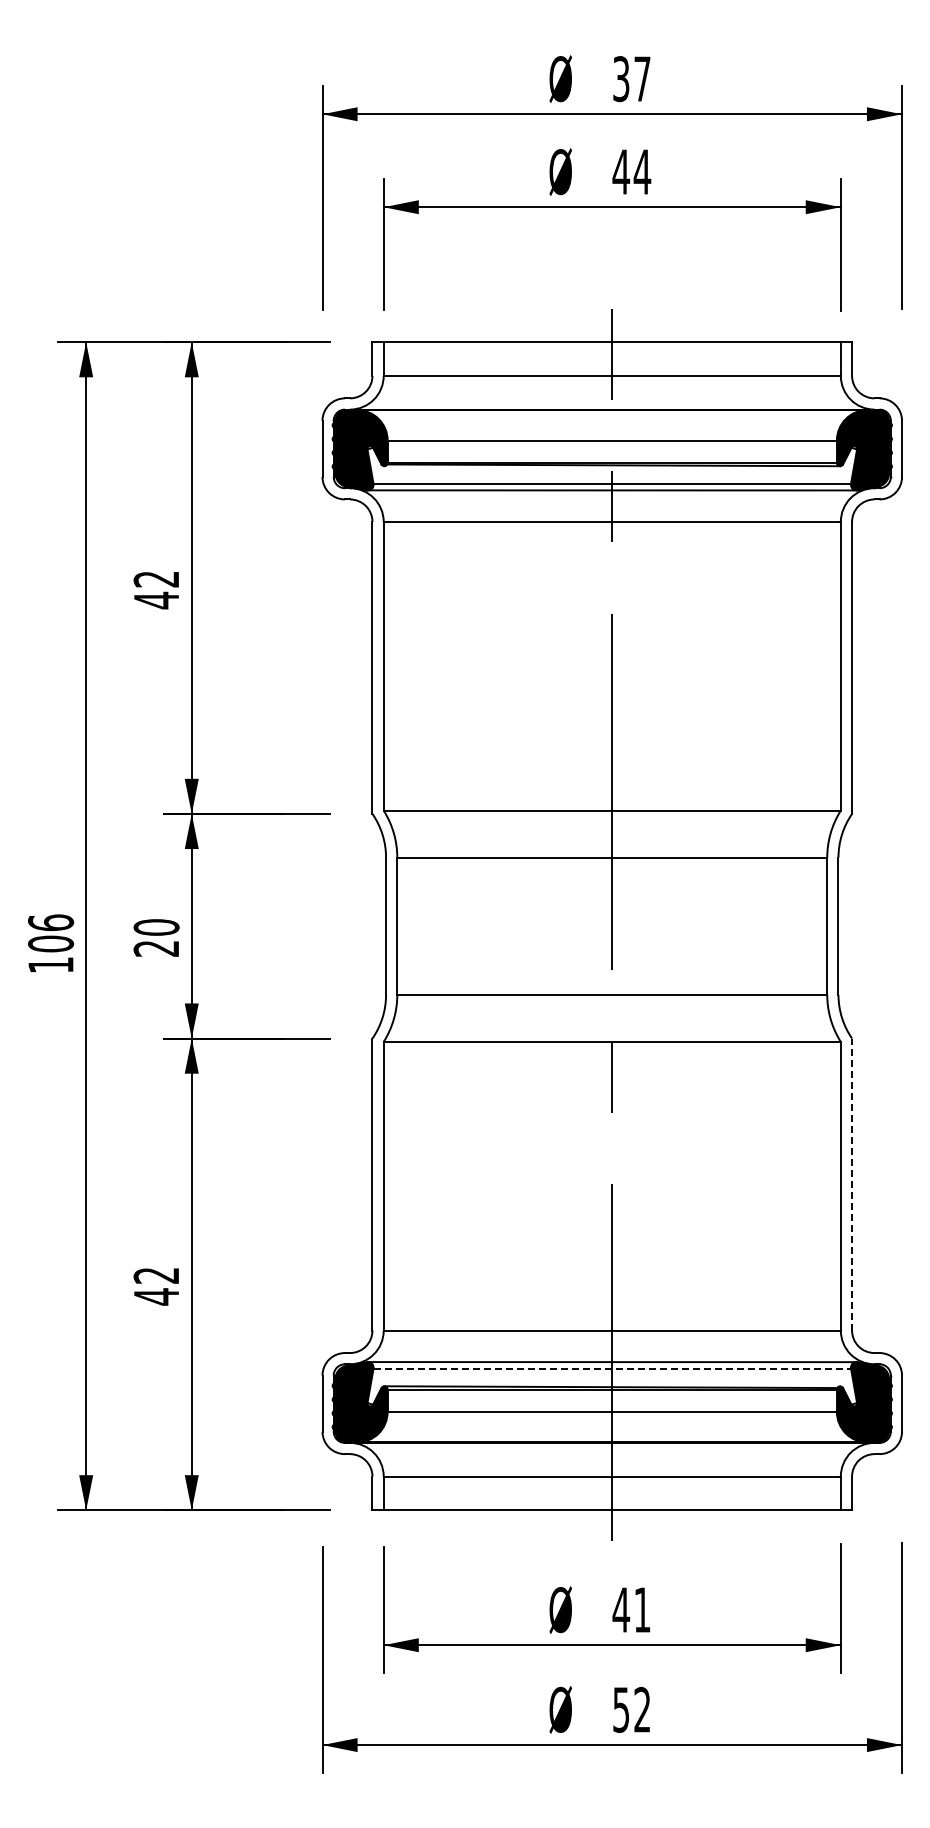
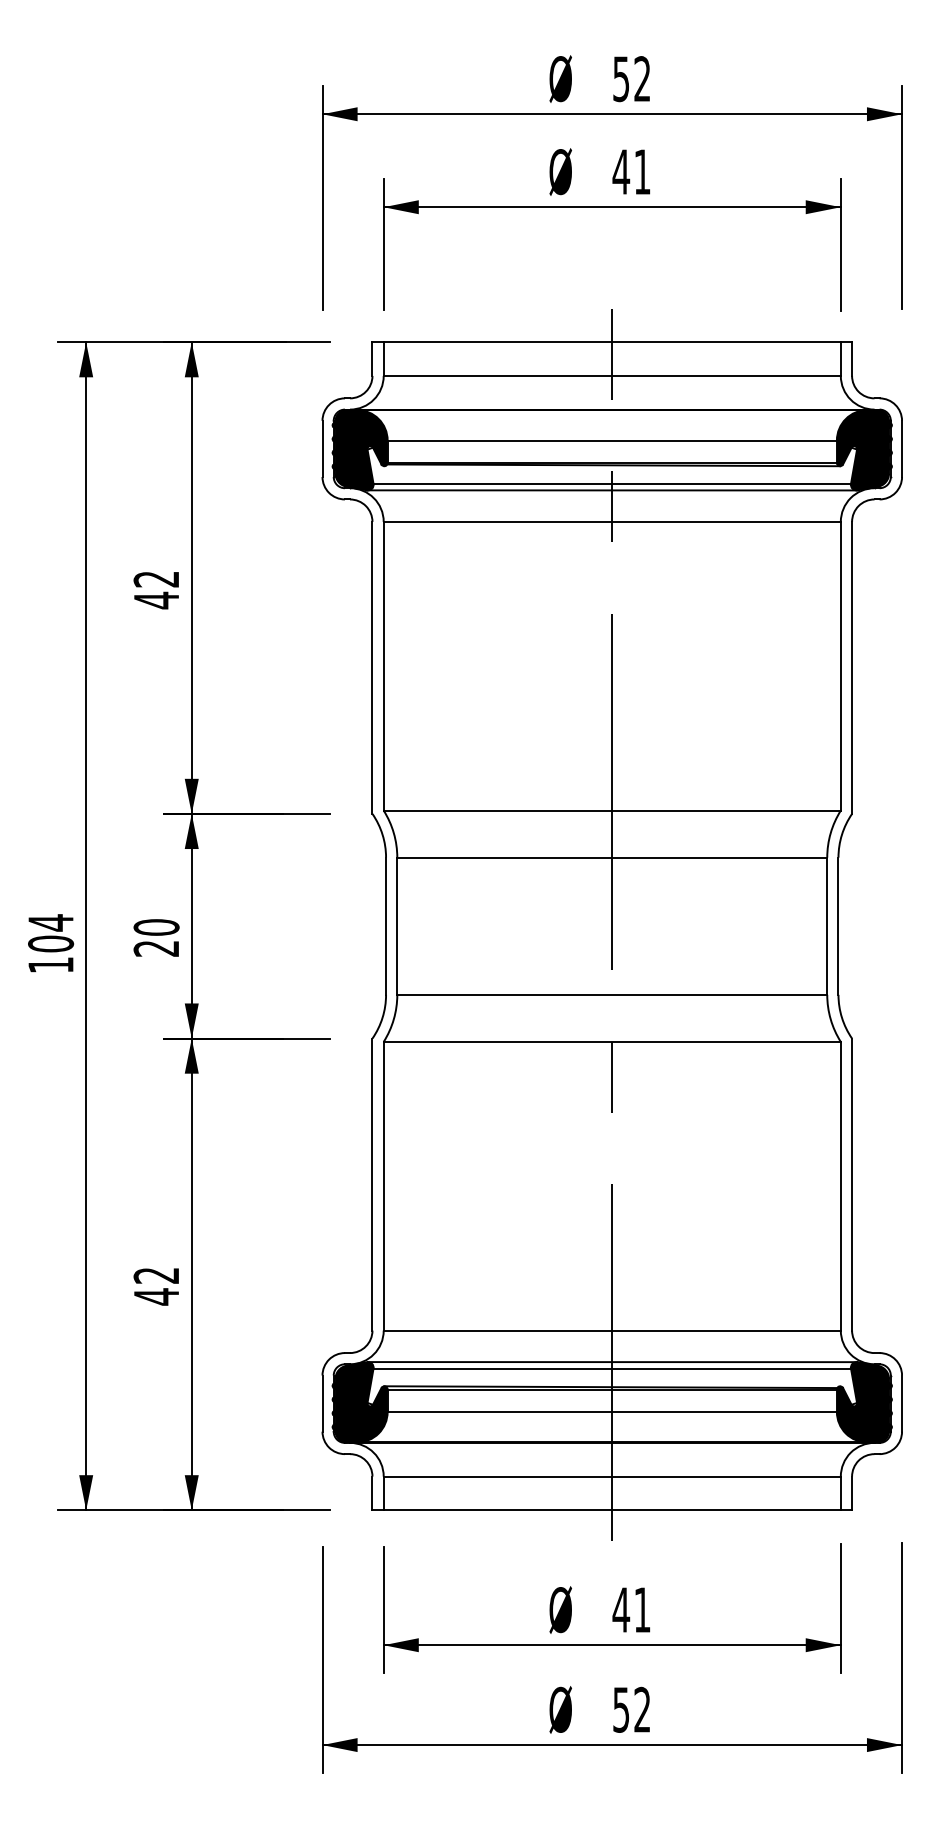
text at (631, 78): 37 -> 52
text at (642, 171): 44 -> 41
text at (51, 922): 106 -> 104
line at (852, 1184): dashed -> solid
line at (612, 1368): dashed -> solid
